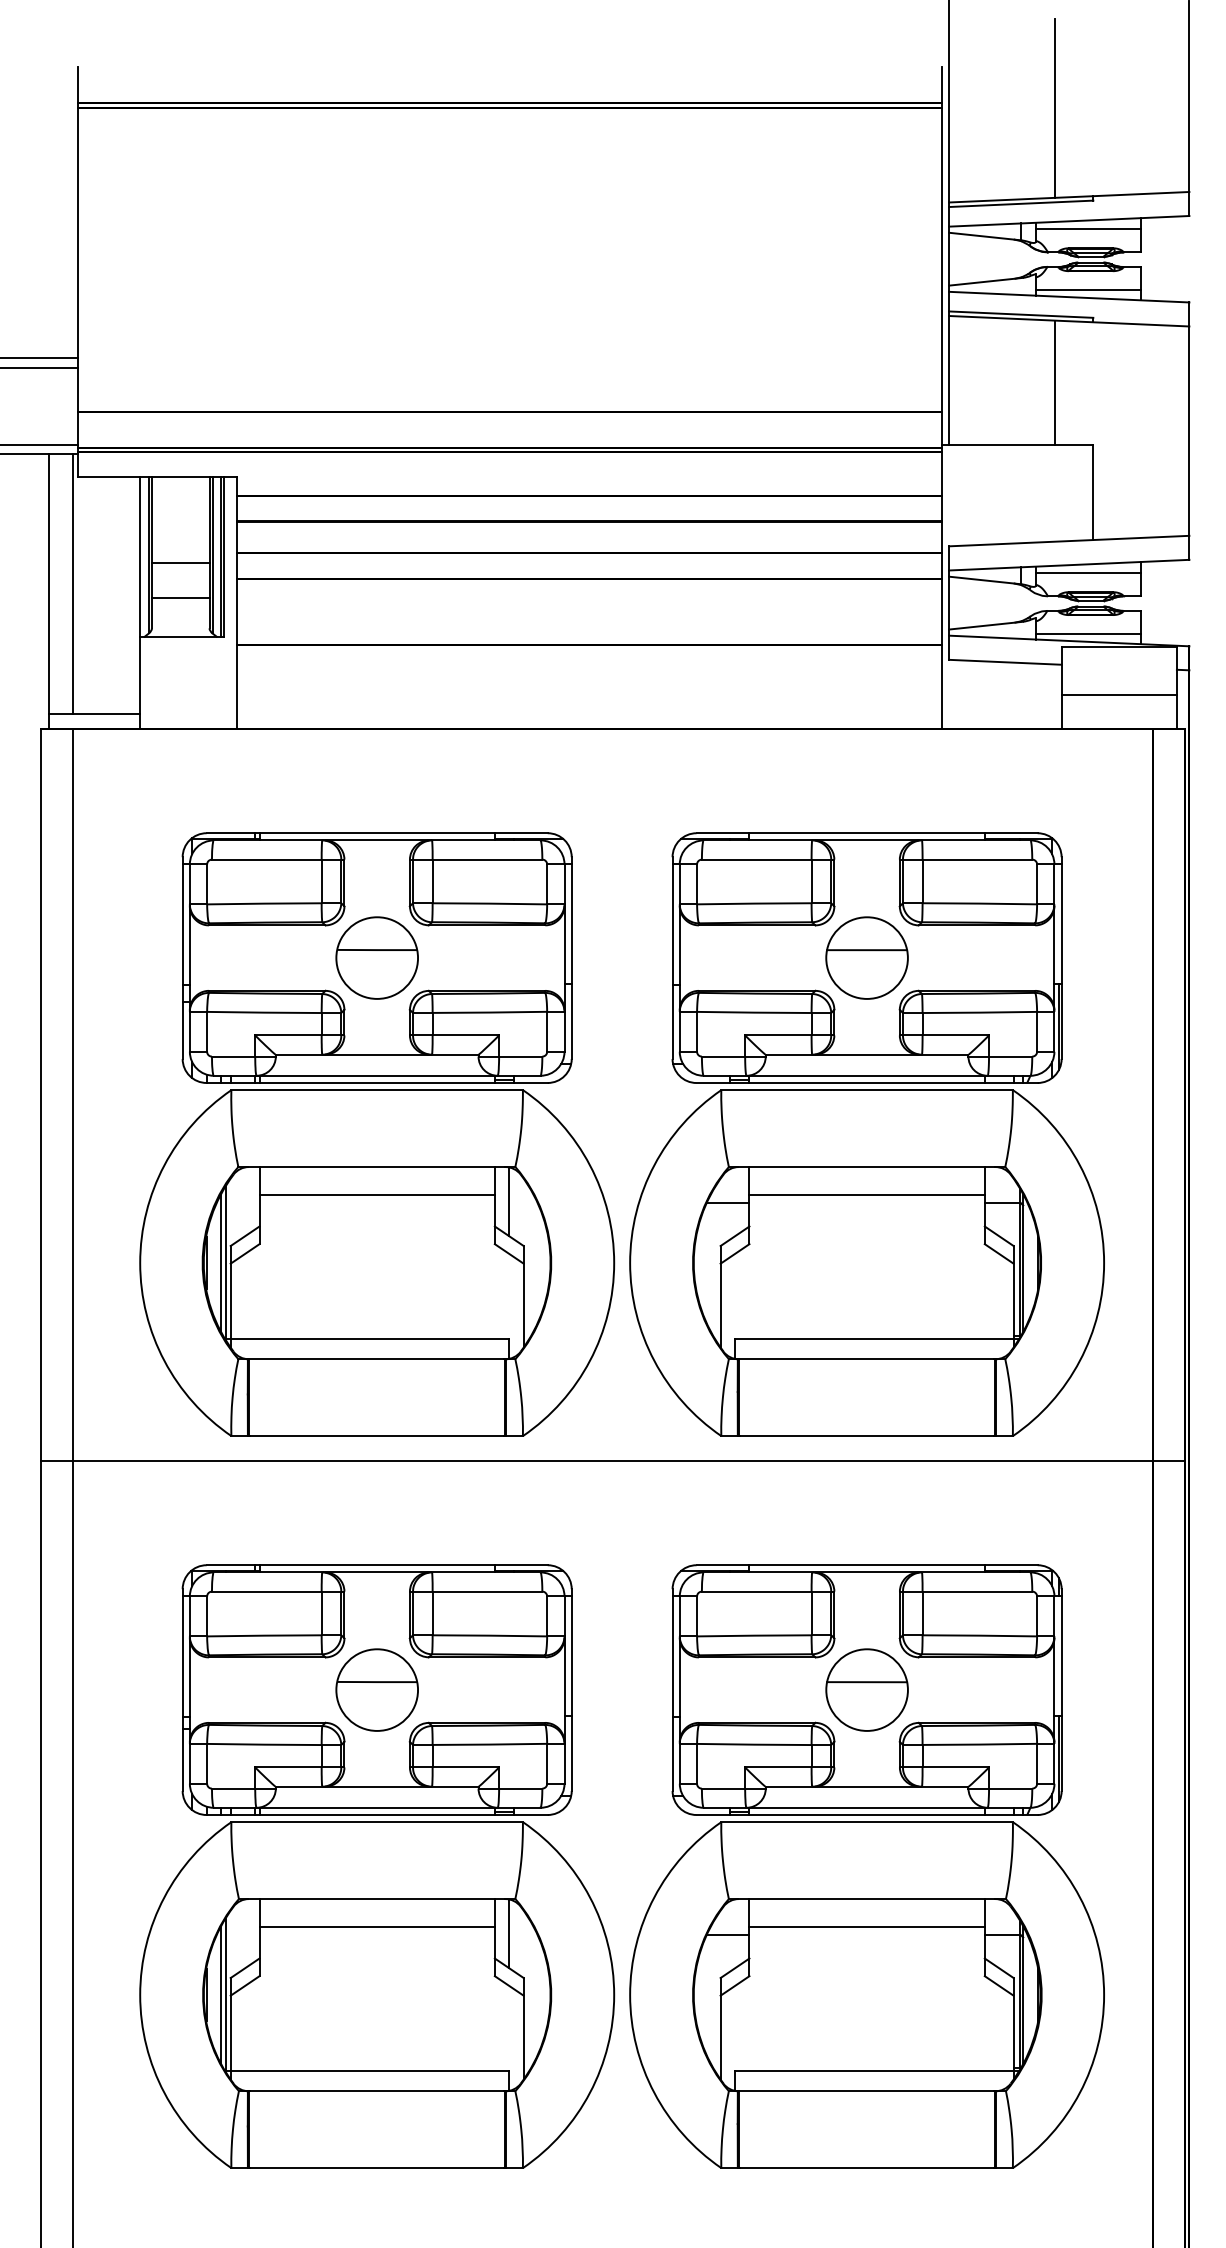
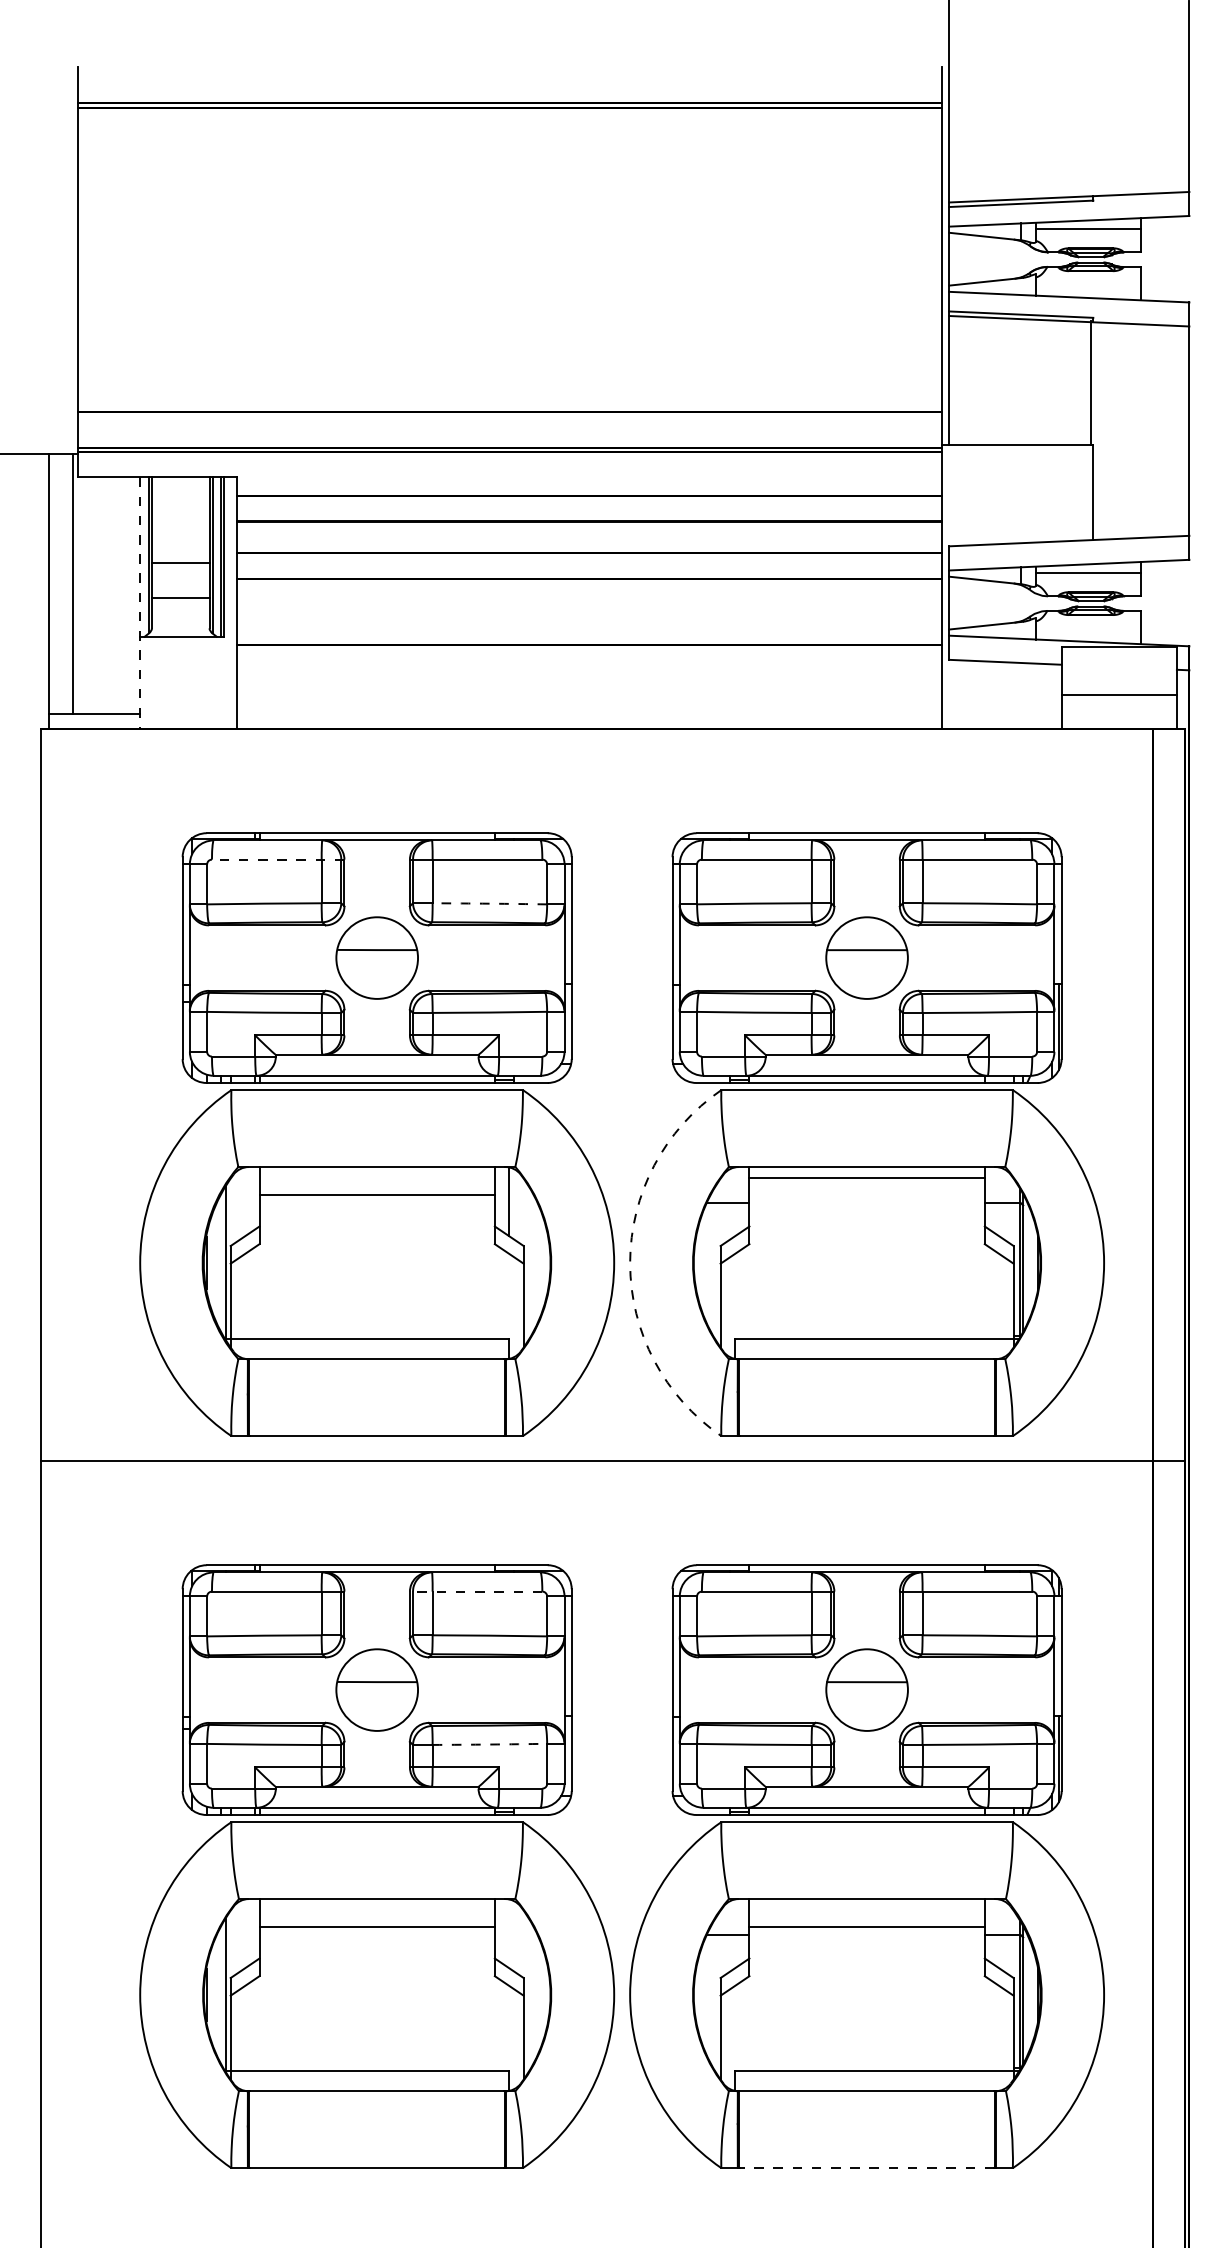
line at (1054, 107): present -> none
line at (1088, 290): present -> none
line at (39, 358): present -> none
line at (39, 367): present -> none
line at (1054, 382) position: (1054, 382) -> (1090, 382)
line at (39, 444): present -> none
line at (140, 603): solid -> dashed
line at (1088, 634): present -> none
line at (277, 859): solid -> dashed
arc at (489, 903): solid -> dashed
line at (866, 1194) position: (866, 1194) -> (866, 1177)
line at (221, 1262): present -> none
arc at (630, 1263): solid -> dashed
line at (73, 1486): present -> none
line at (475, 1591): solid -> dashed
arc at (489, 1744): solid -> dashed
line at (509, 1933): present -> none
line at (221, 1994): present -> none
line at (866, 2168): solid -> dashed
